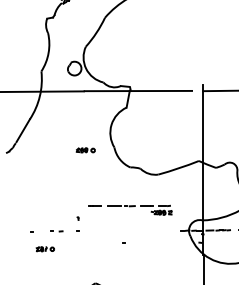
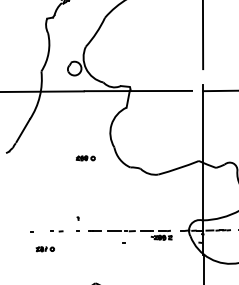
line at (202, 35): none -> present
part at (85, 150) position: (85, 150) -> (85, 158)
part at (130, 209) position: (130, 209) -> (130, 234)
